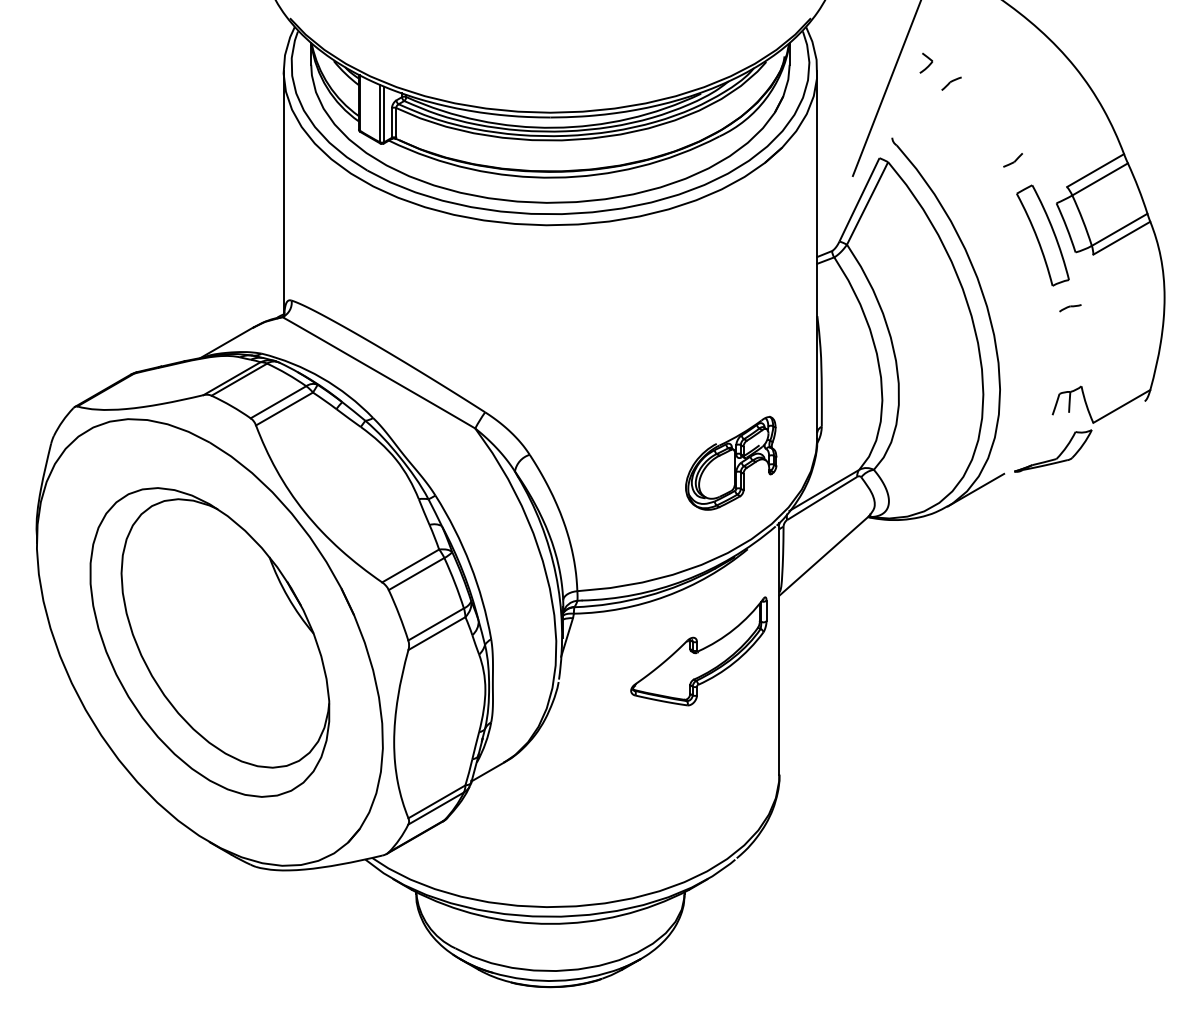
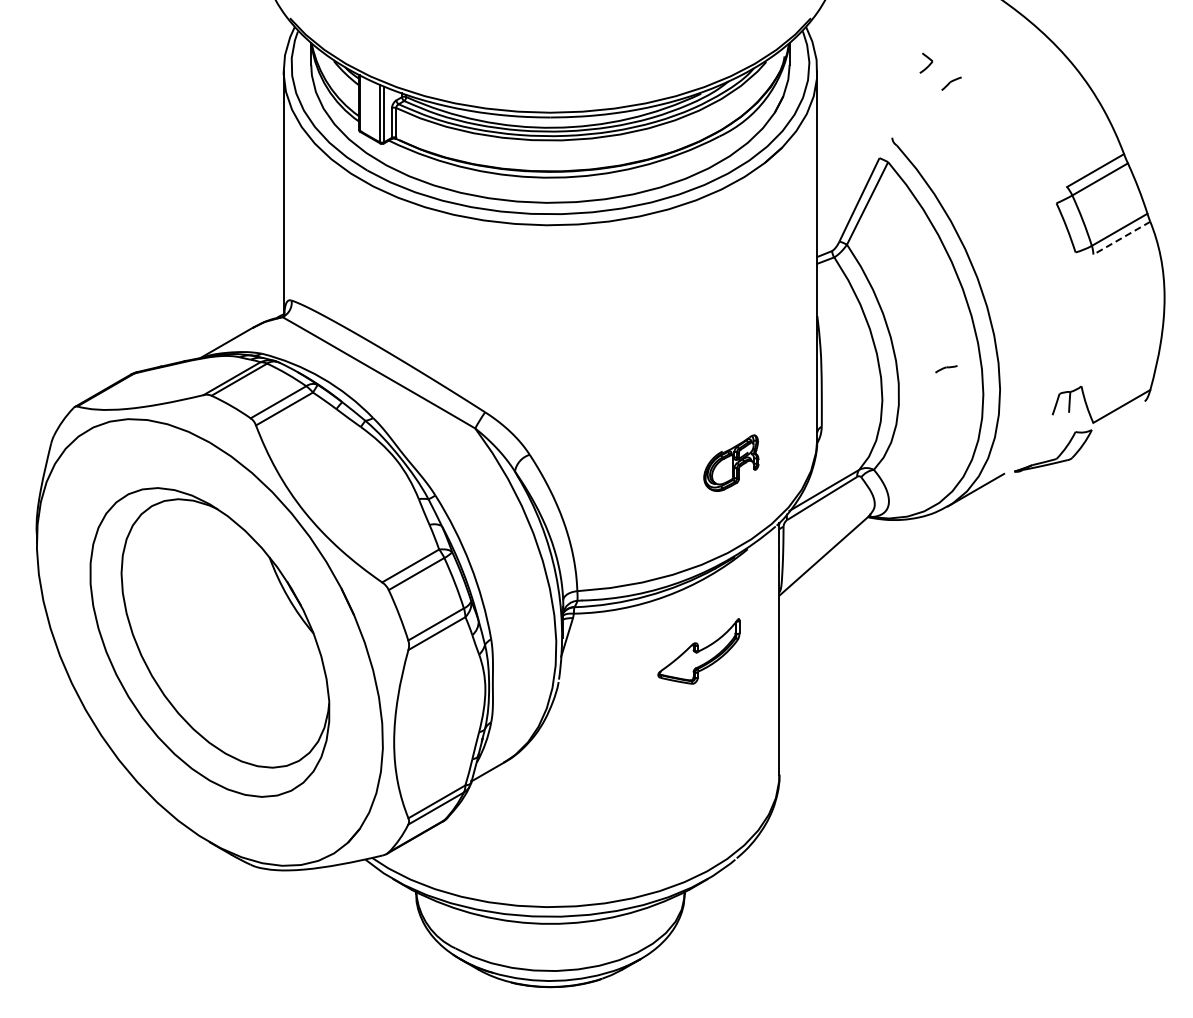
line at (886, 89): present -> none
part at (1012, 160): present -> none
part at (1042, 235): present -> none
line at (1121, 238): solid -> dashed
part at (1070, 308) position: (1070, 308) -> (946, 369)
part at (731, 462) size: 93x96 px -> 57x58 px
part at (698, 651) size: 138x111 px -> 84x67 px
